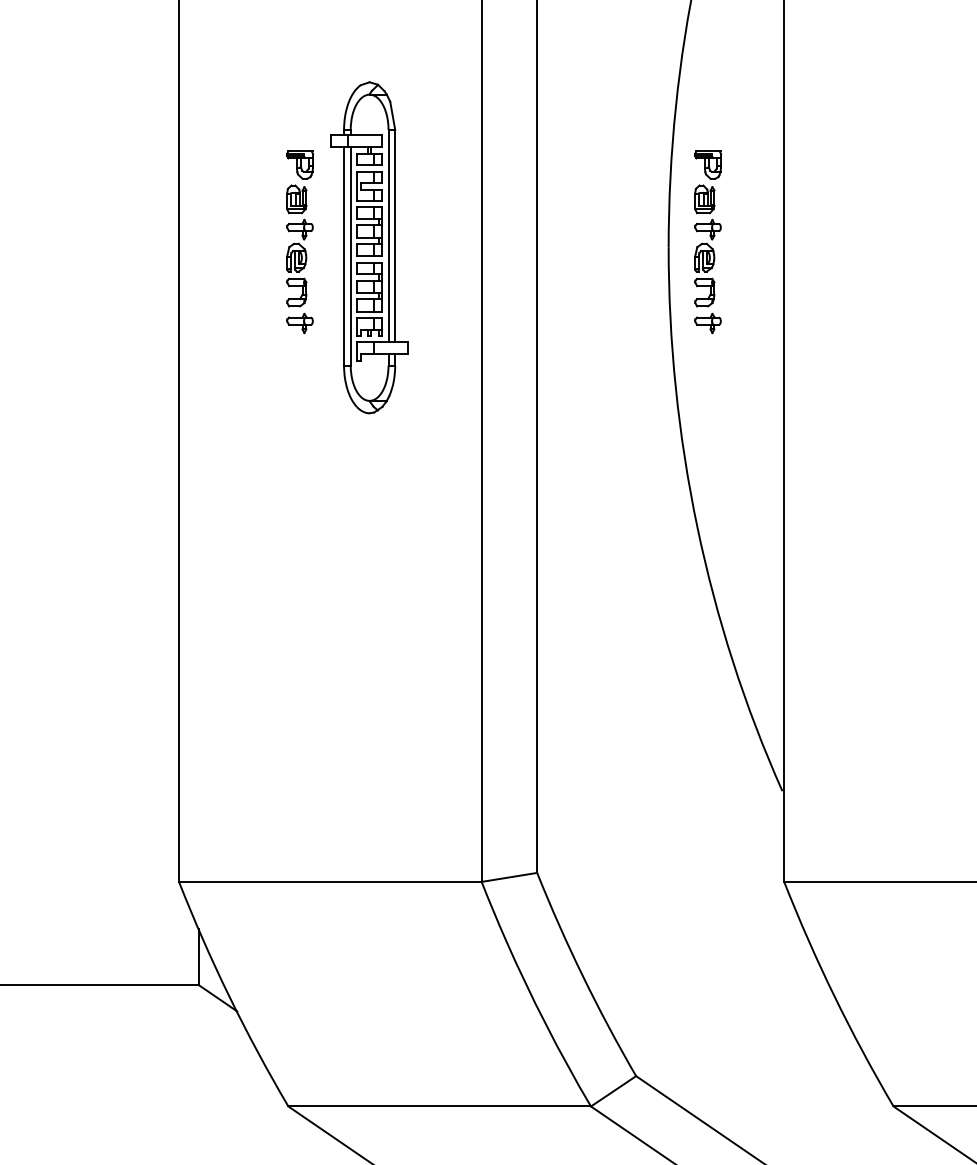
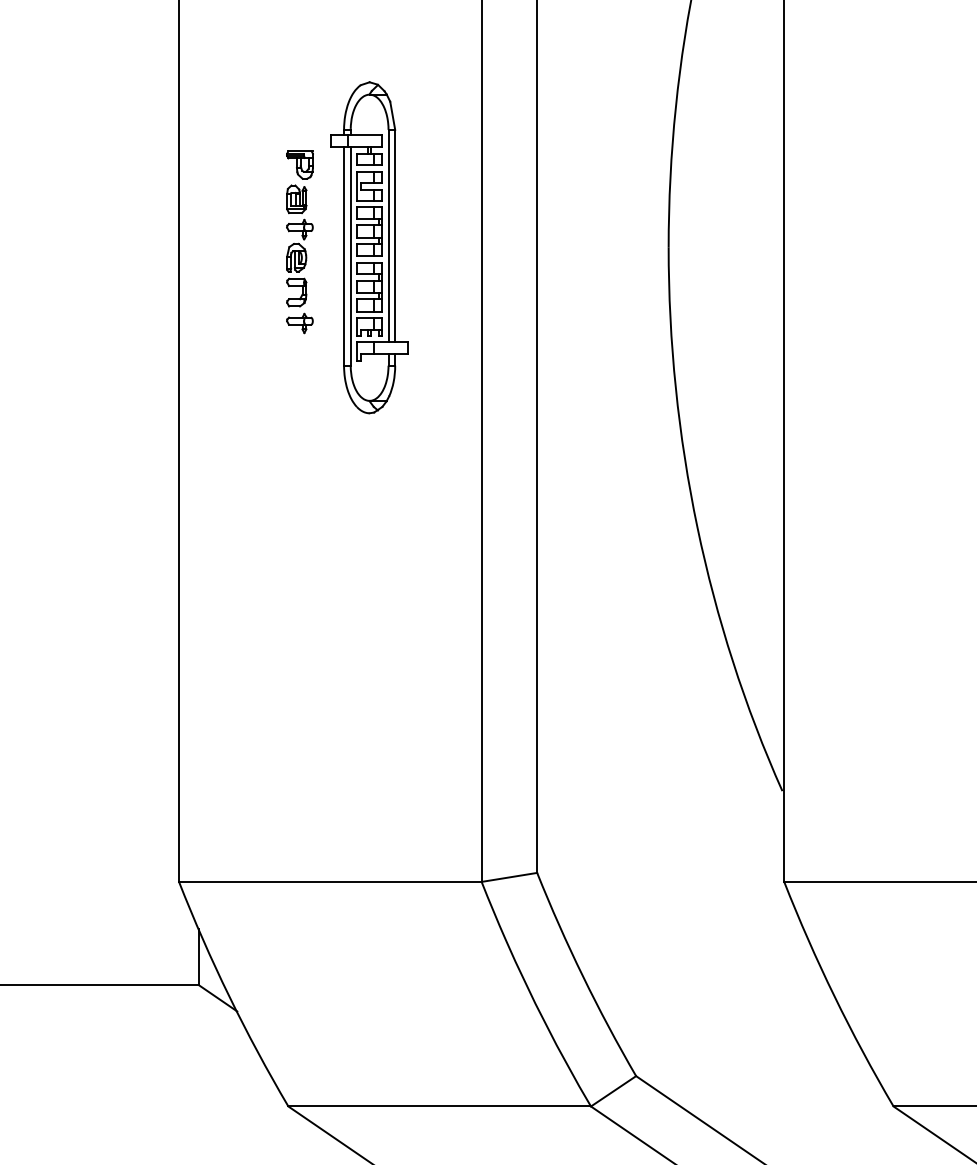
part at (707, 242): present -> none
